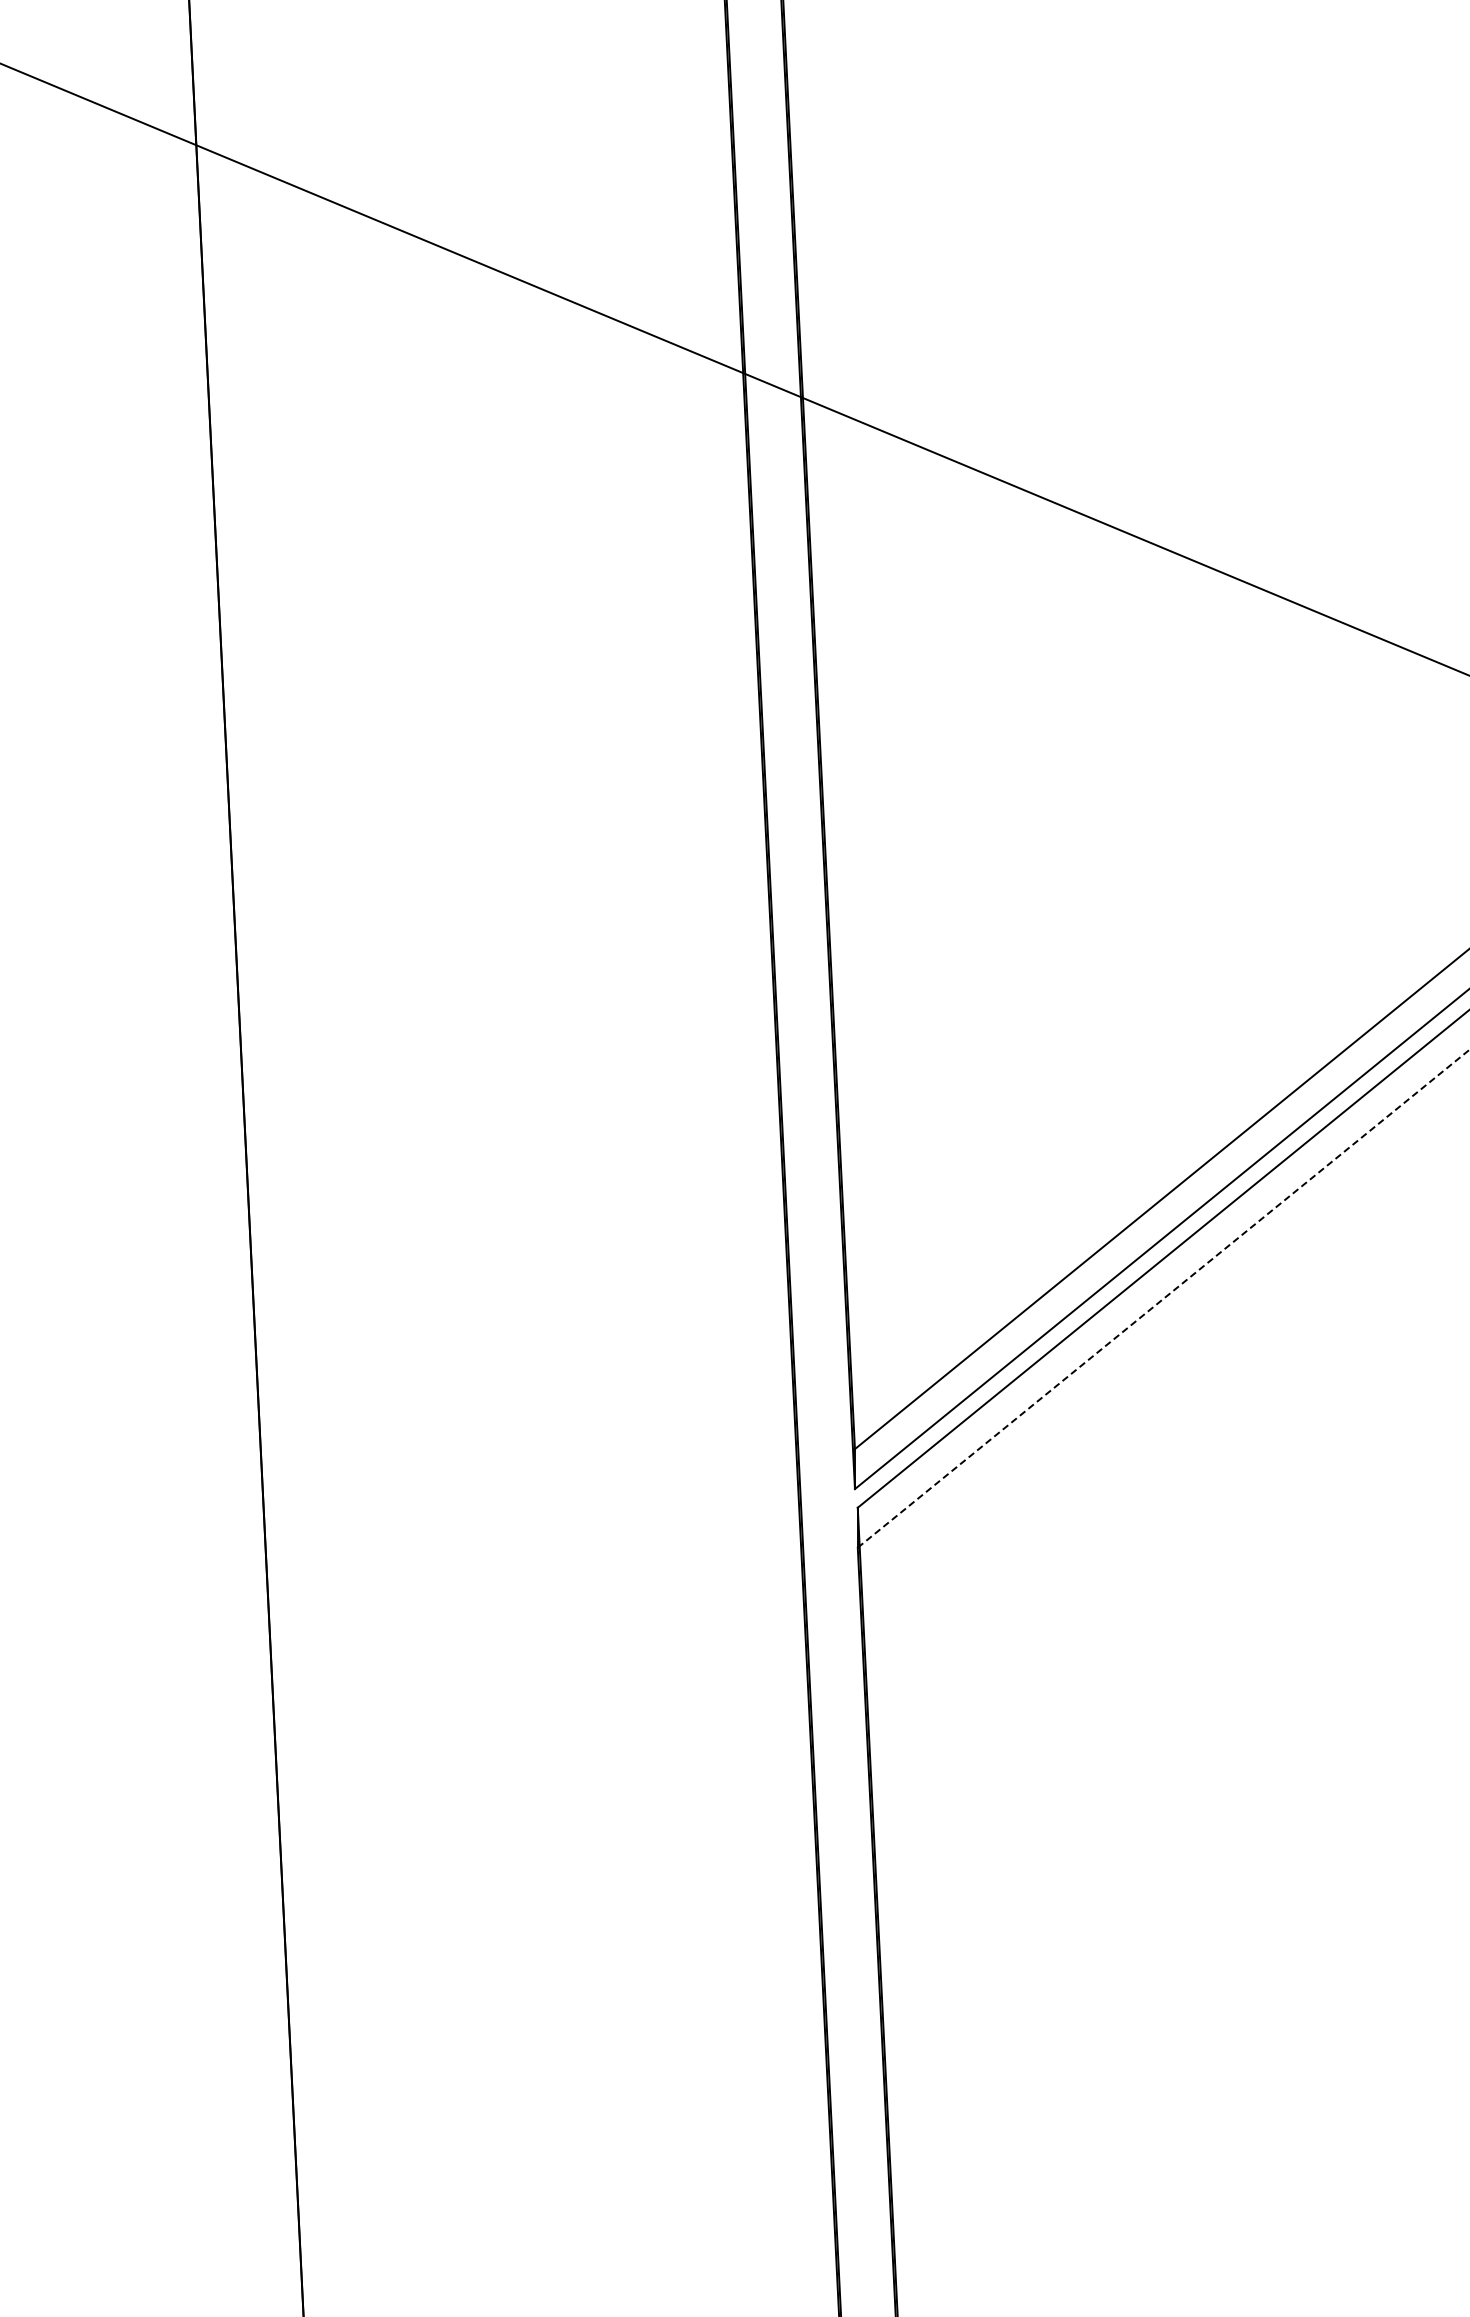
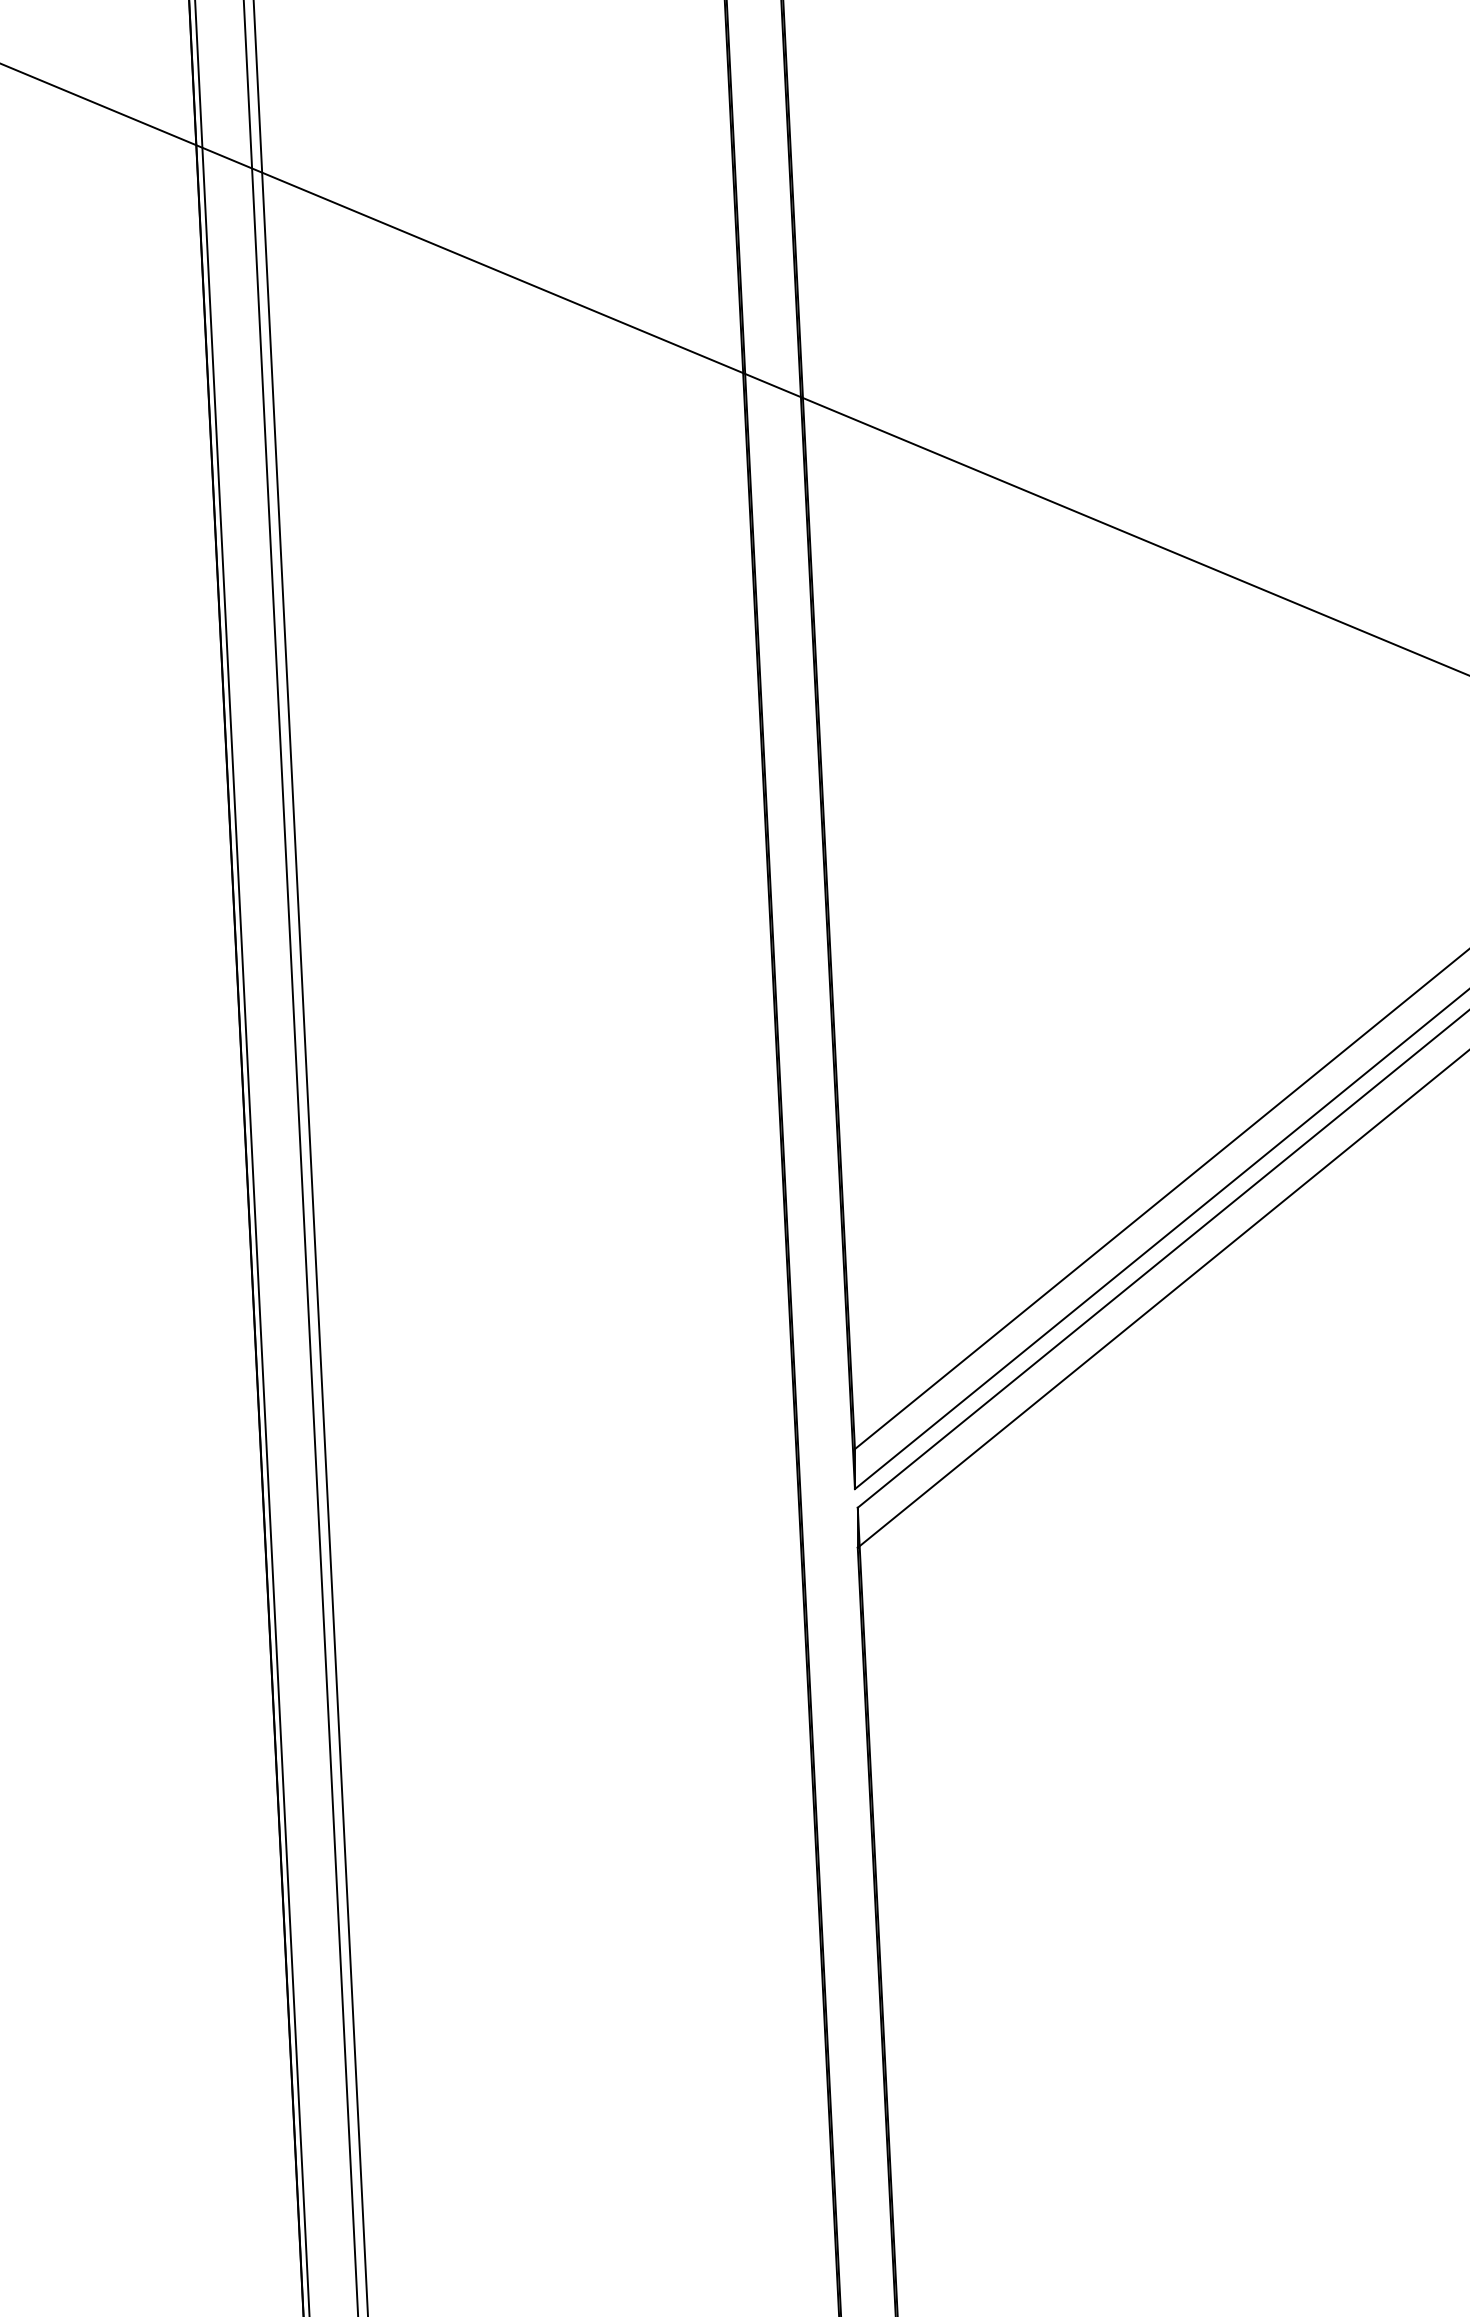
line at (252, 1157): none -> present
line at (300, 1157): none -> present
line at (310, 1157): none -> present
line at (1164, 1298): dashed -> solid
